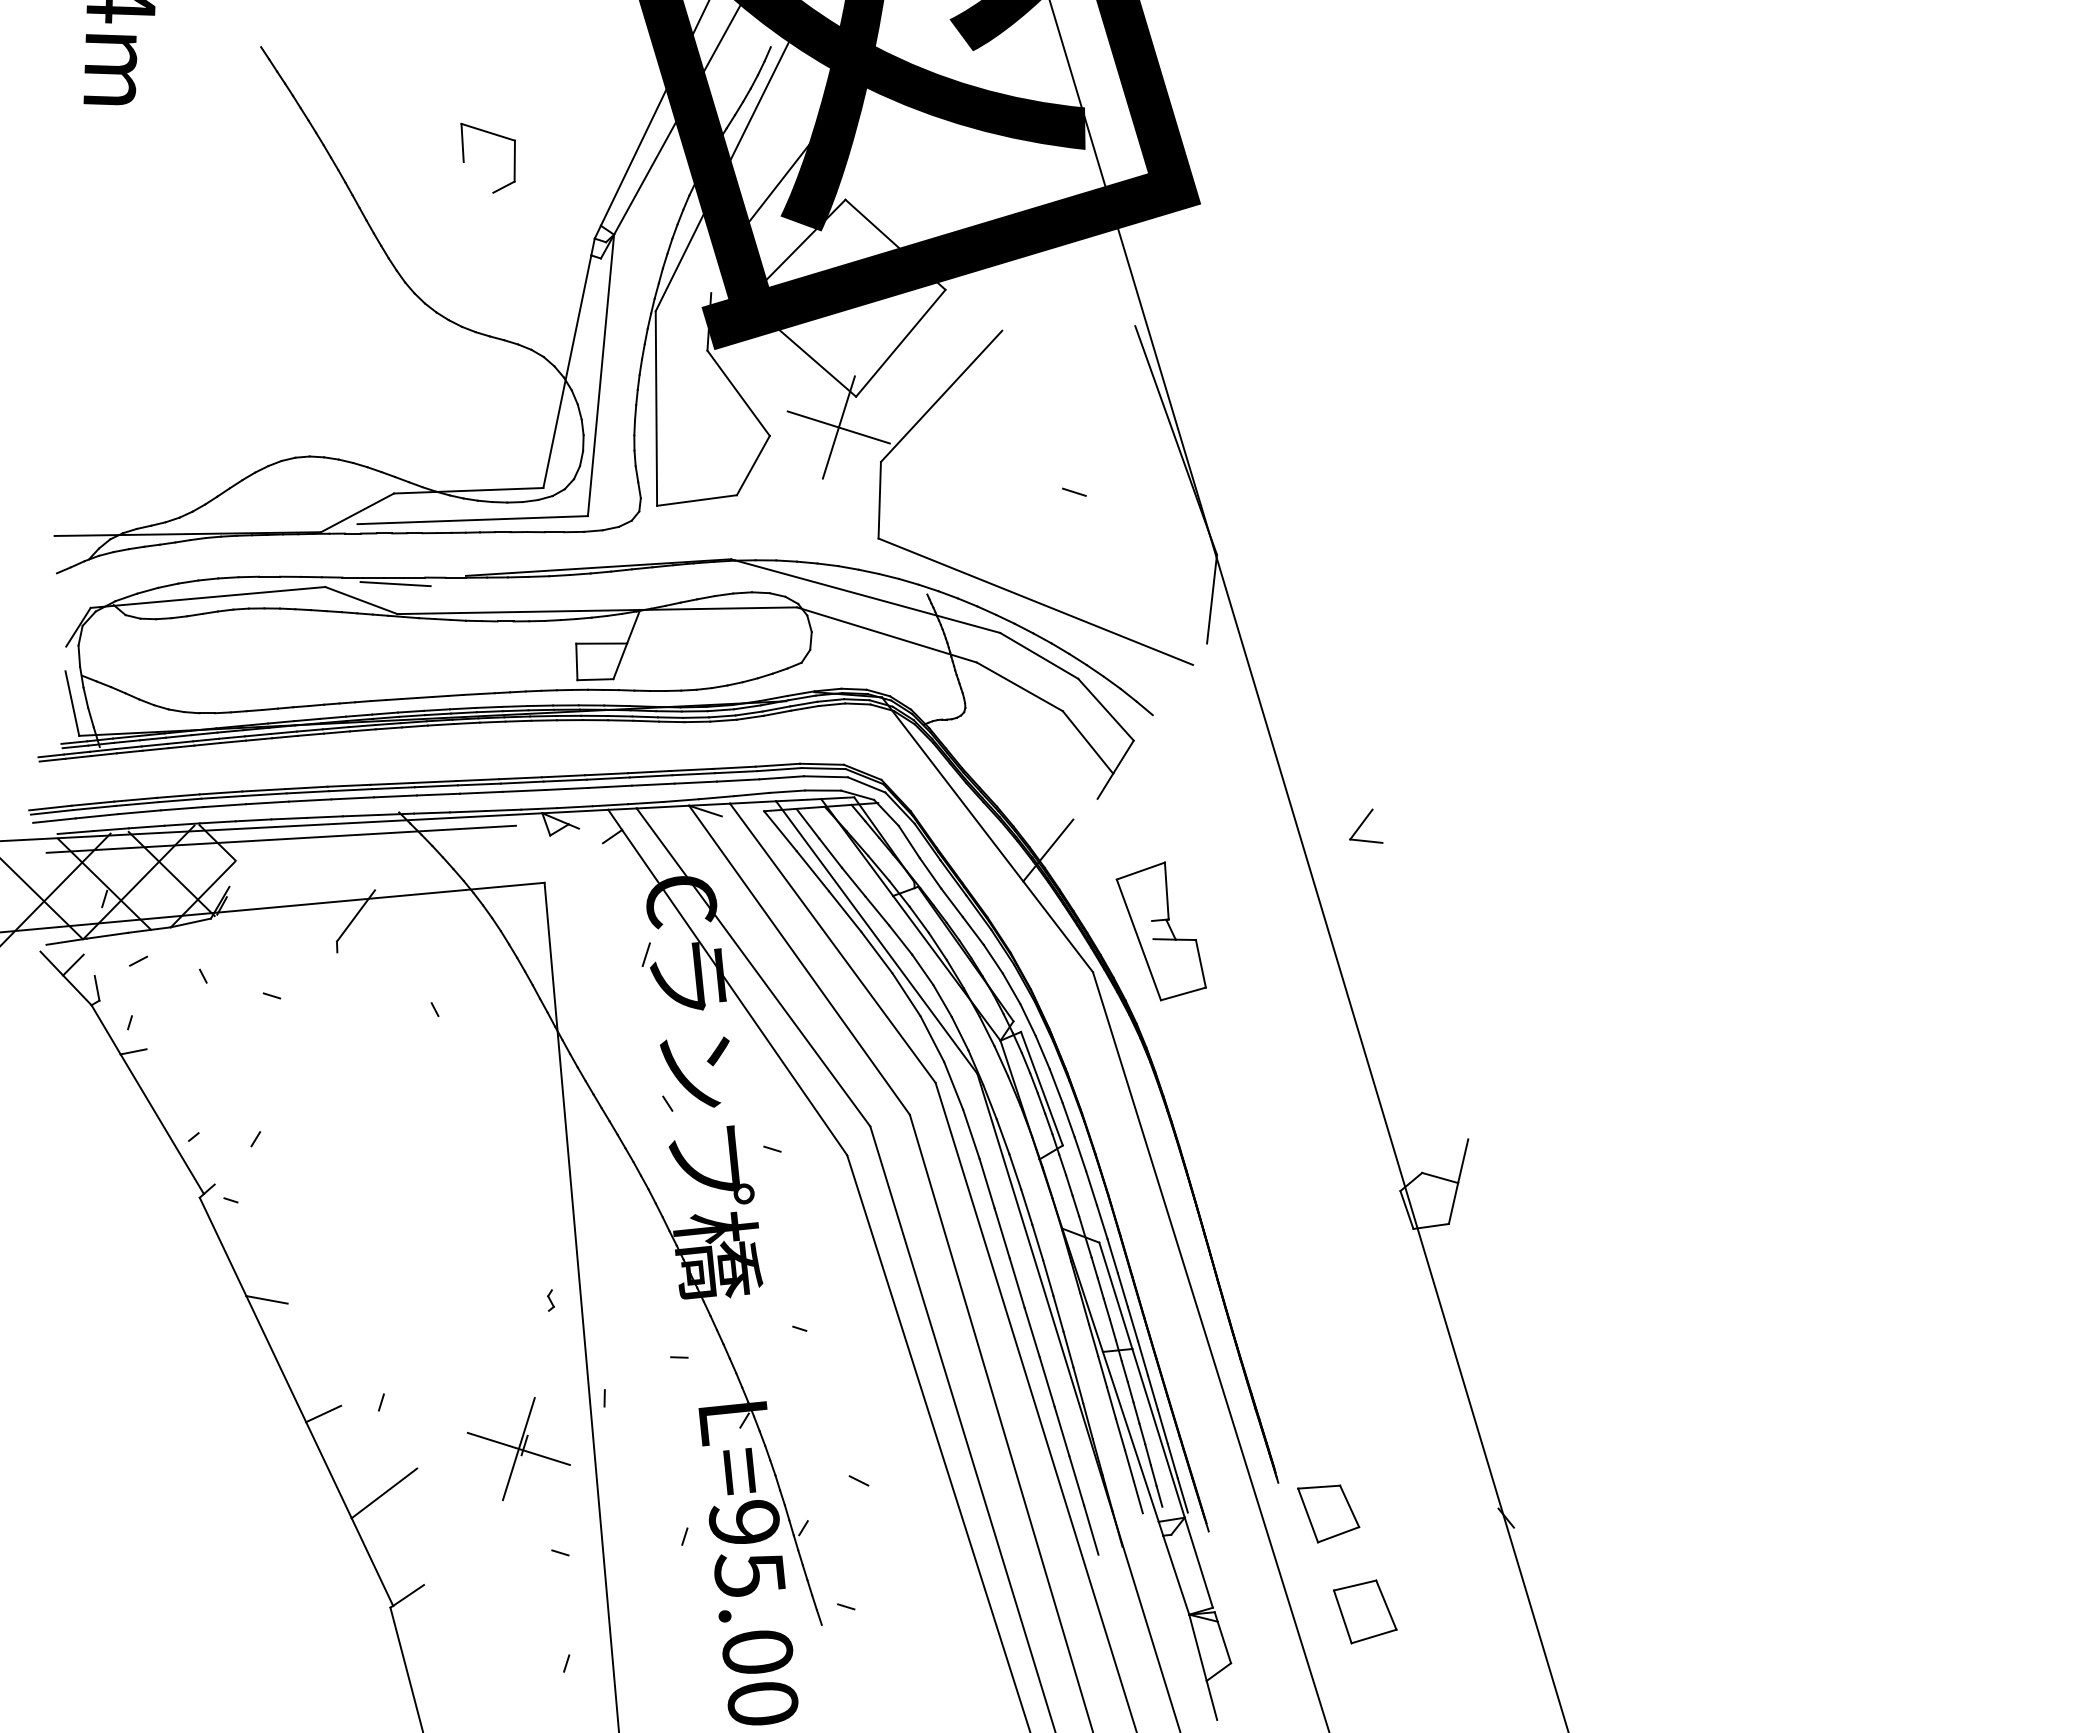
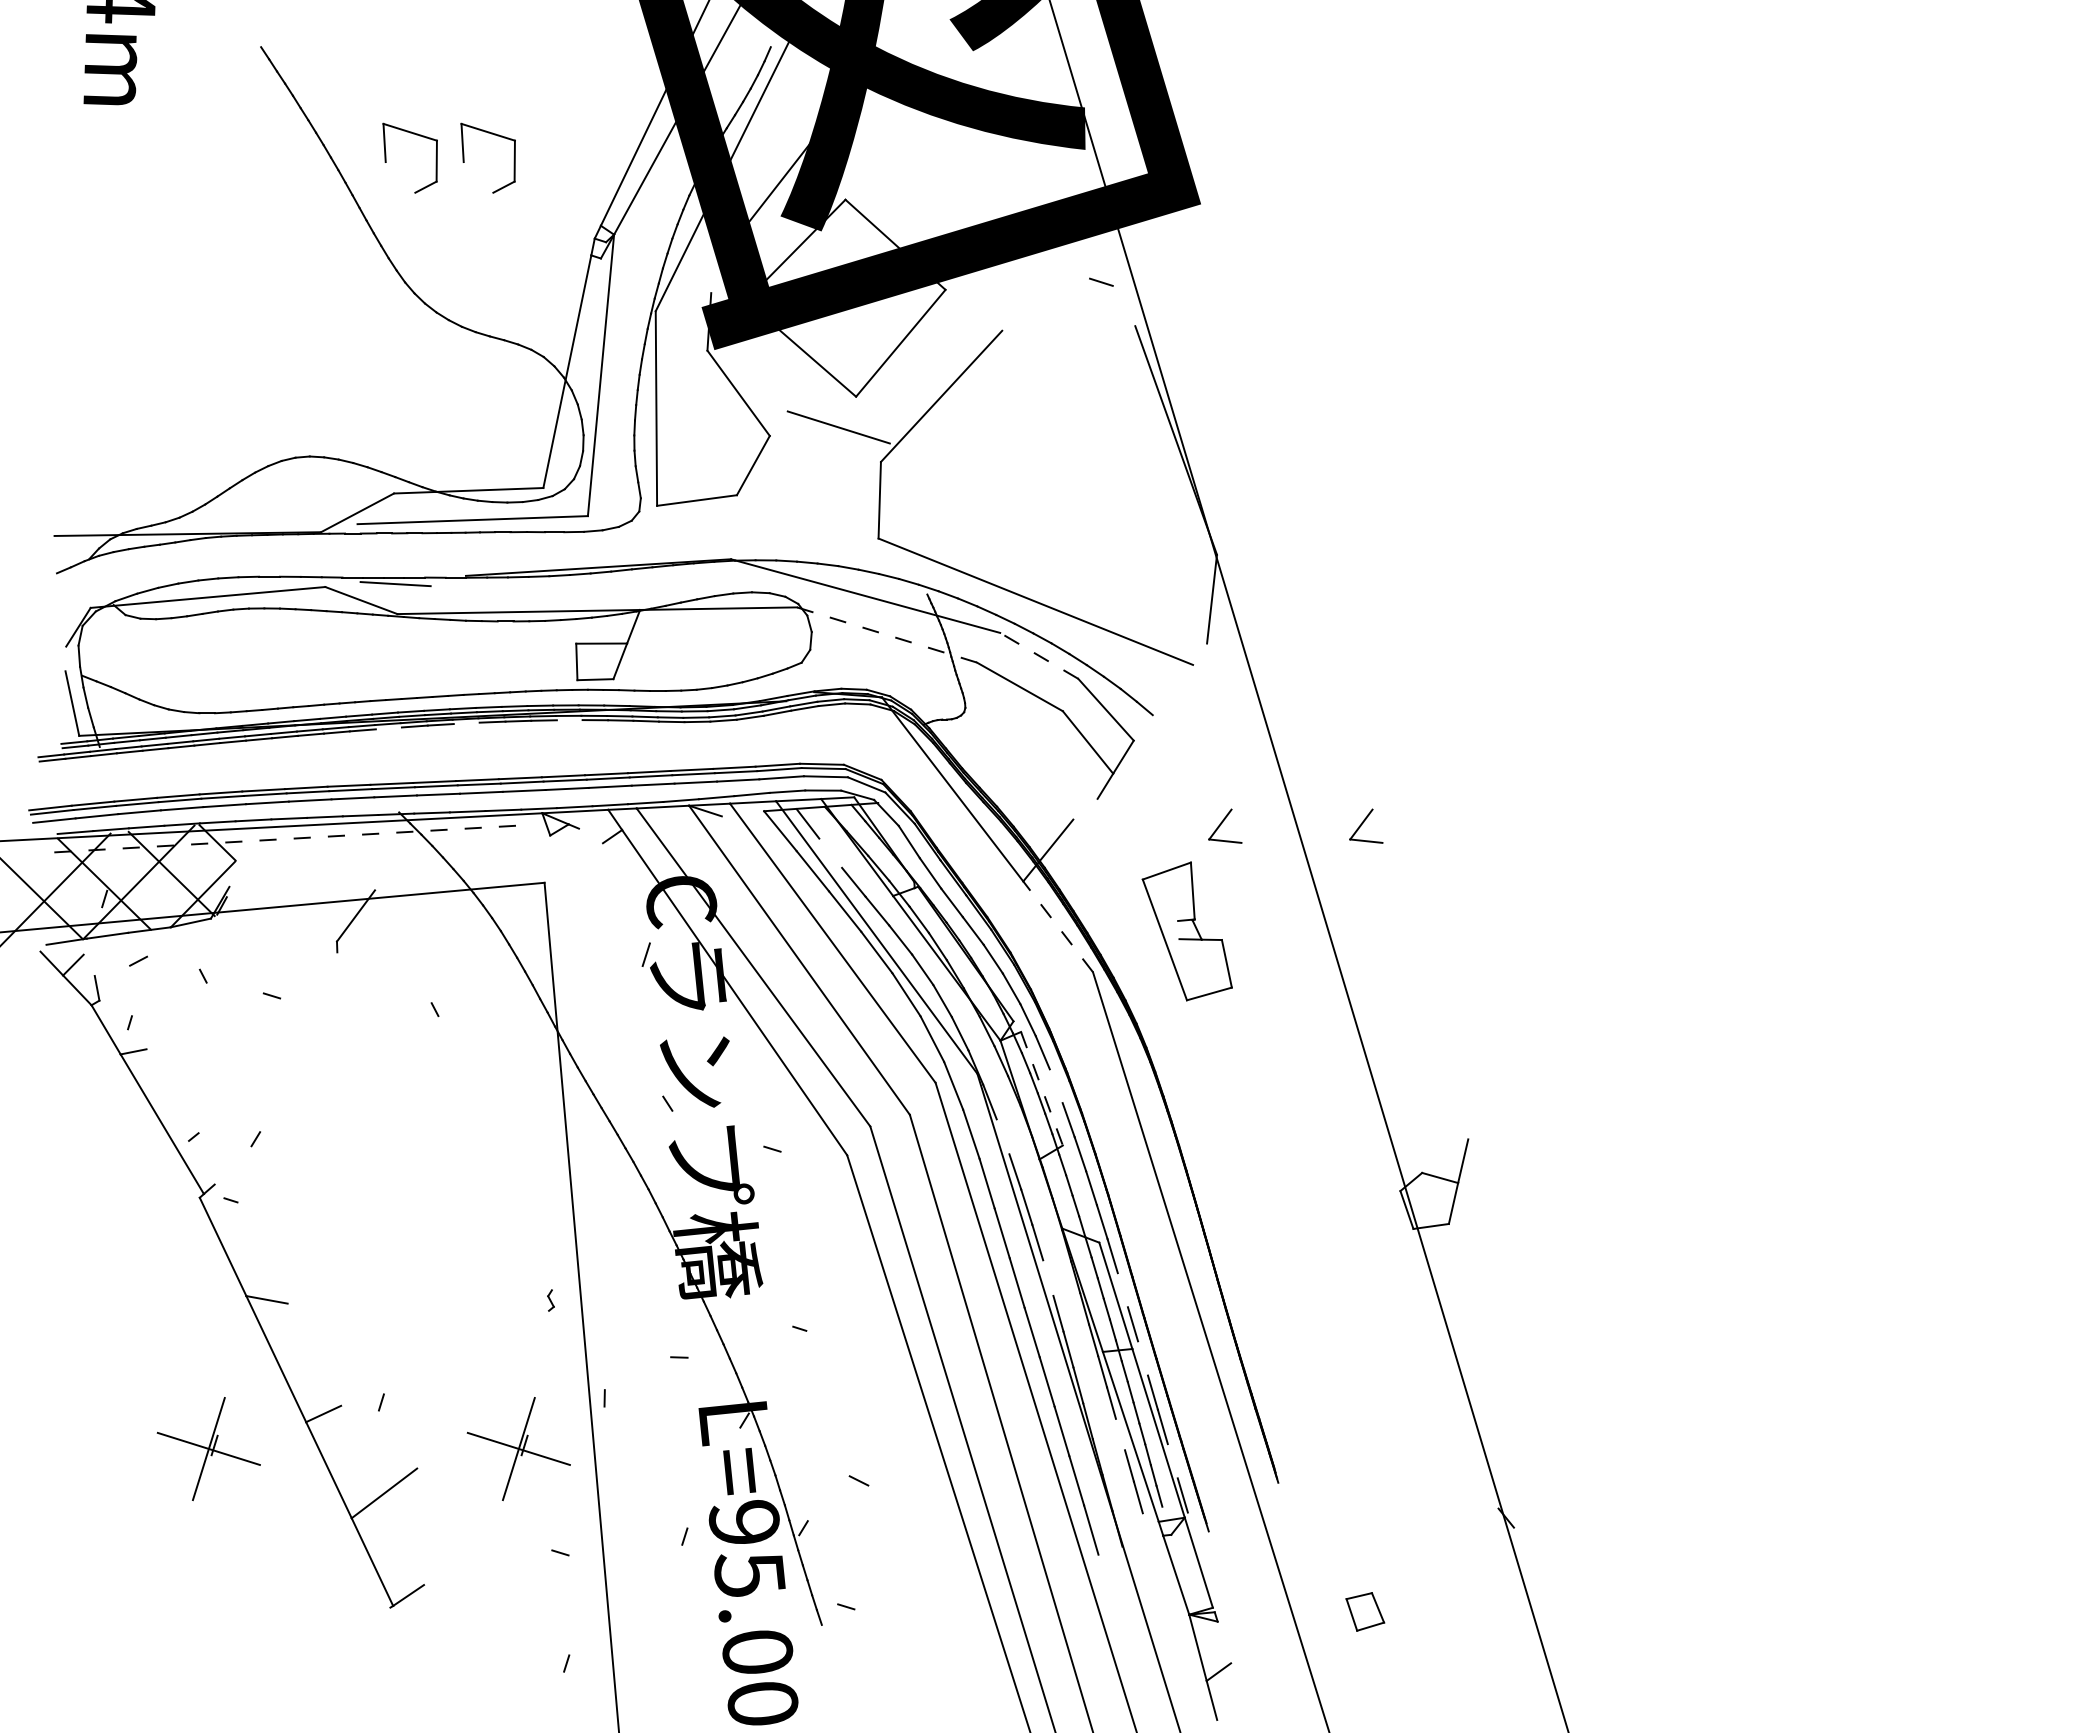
part at (386, 157): none -> present
line at (838, 427): present -> none
line at (1074, 491) position: (1074, 491) -> (1101, 281)
line at (887, 635): solid -> dashed
line at (1038, 655): solid -> dashed
line at (569, 720): present -> none
line at (466, 723): present -> none
line at (388, 728): present -> none
part at (1225, 825): none -> present
line at (280, 839): solid -> dashed
line at (830, 852): present -> none
line at (1057, 926): solid -> dashed
part at (1160, 931) position: (1160, 931) -> (1186, 931)
line at (1055, 1086): present -> none
line at (1042, 1089): solid -> dashed
line at (1002, 1136): present -> none
line at (1048, 1277): present -> none
line at (1122, 1290): present -> none
line at (1142, 1358): present -> none
line at (1120, 1434): present -> none
part at (208, 1449): none -> present
line at (1172, 1461): present -> none
part at (1328, 1513): present -> none
part at (1365, 1611) size: 65x66 px -> 41x40 px
line at (1224, 1642): present -> none
line at (406, 1668): present -> none
